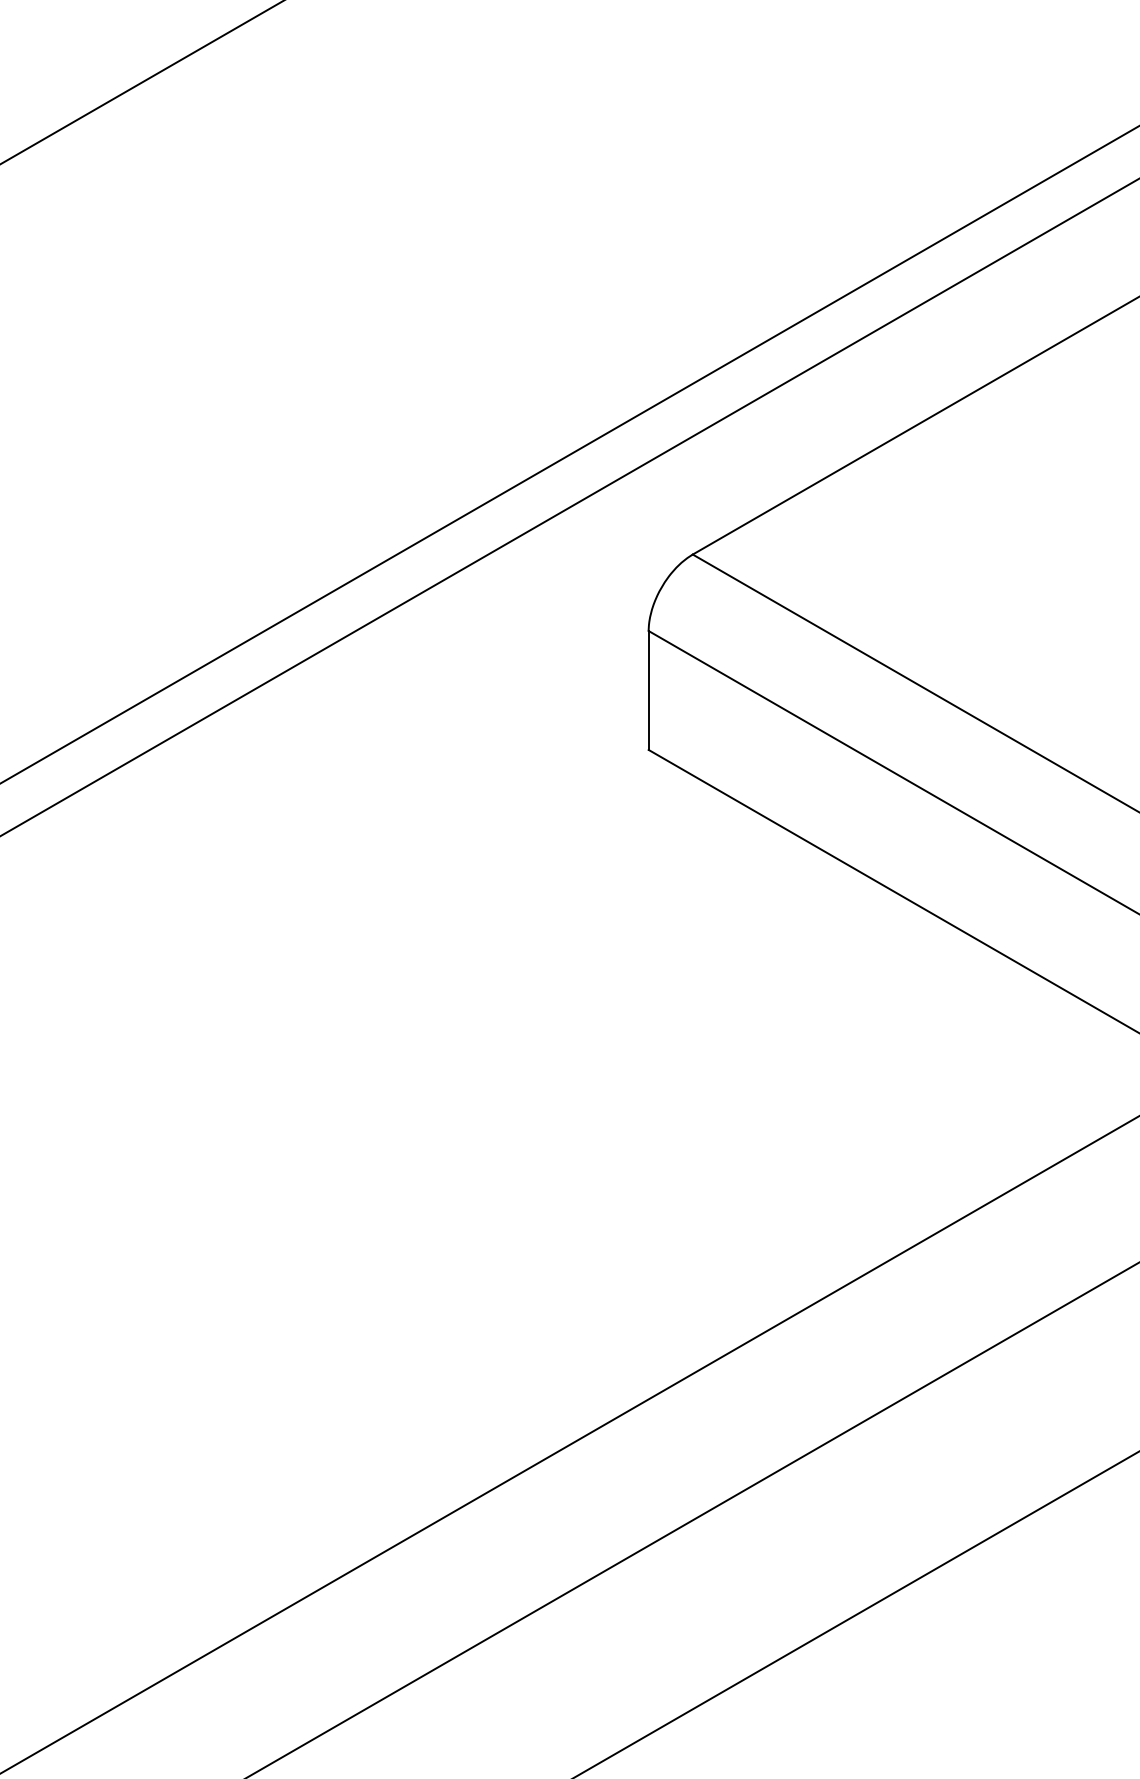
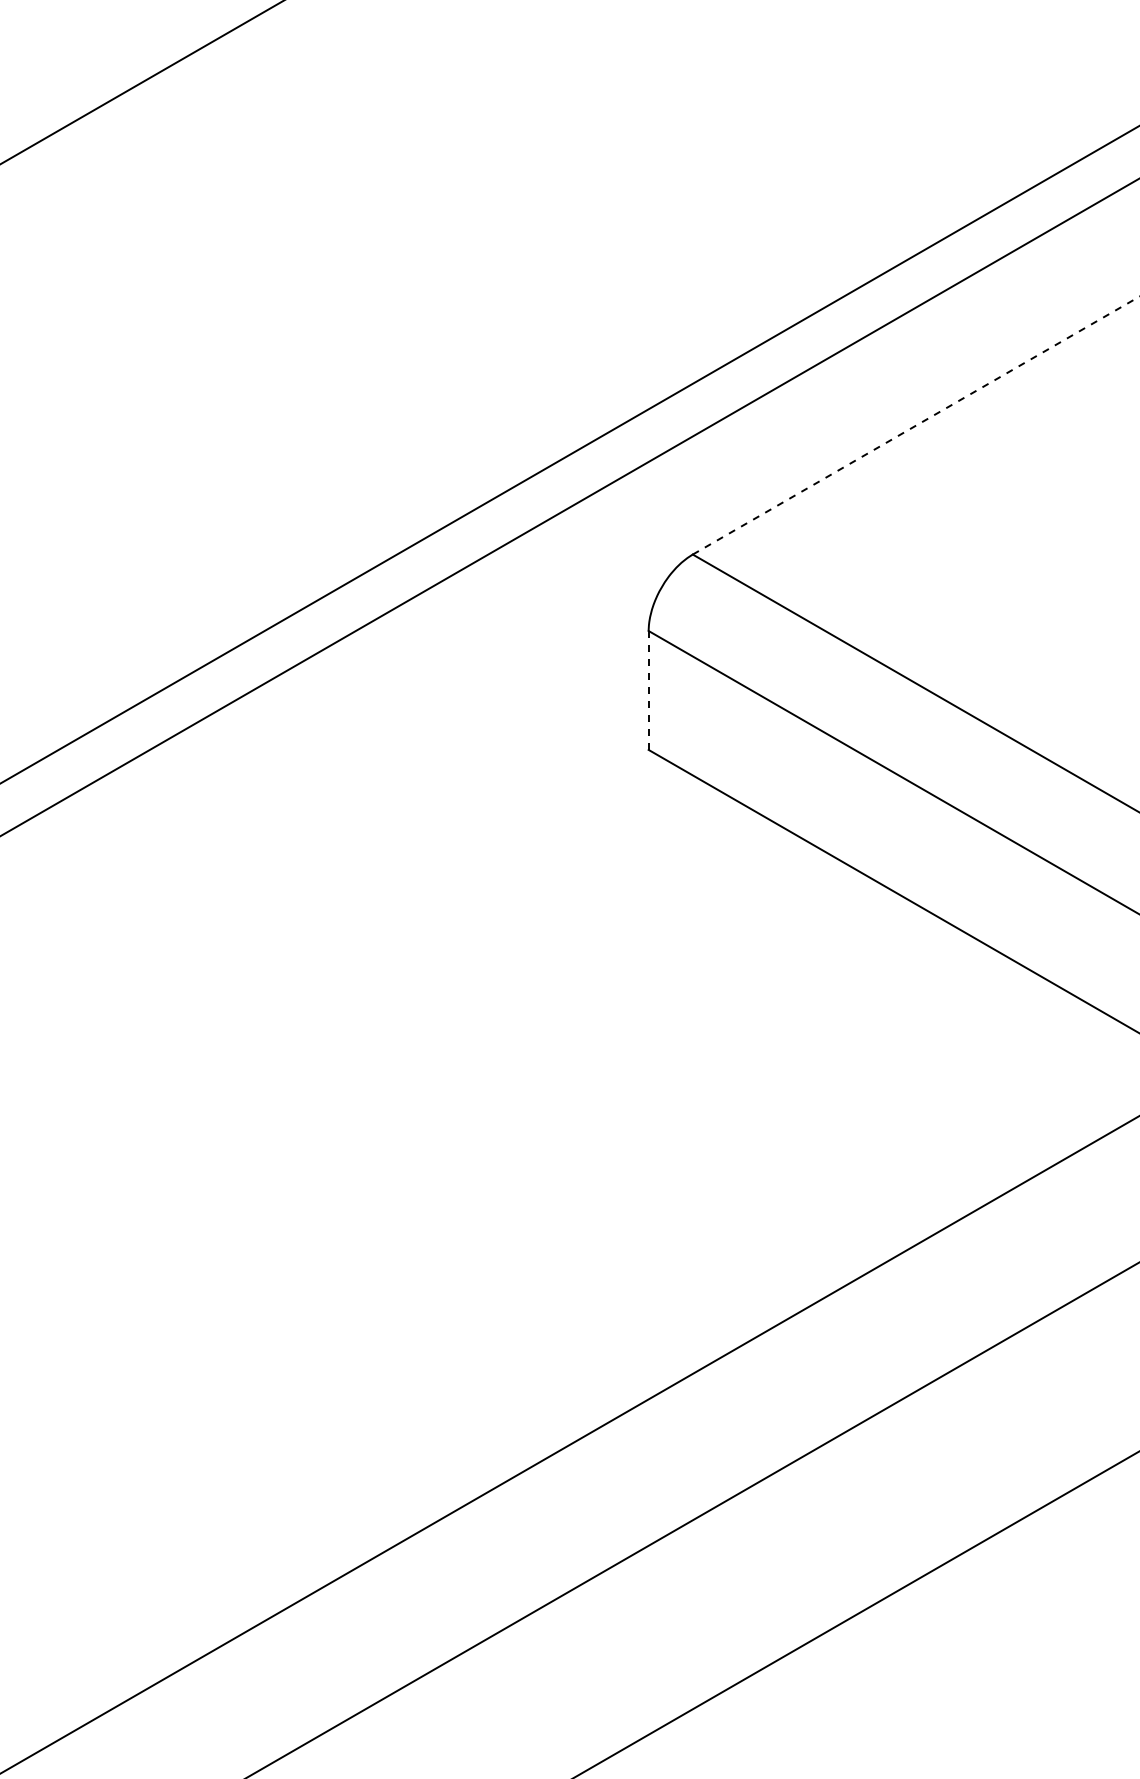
line at (916, 425): solid -> dashed
line at (648, 689): solid -> dashed
